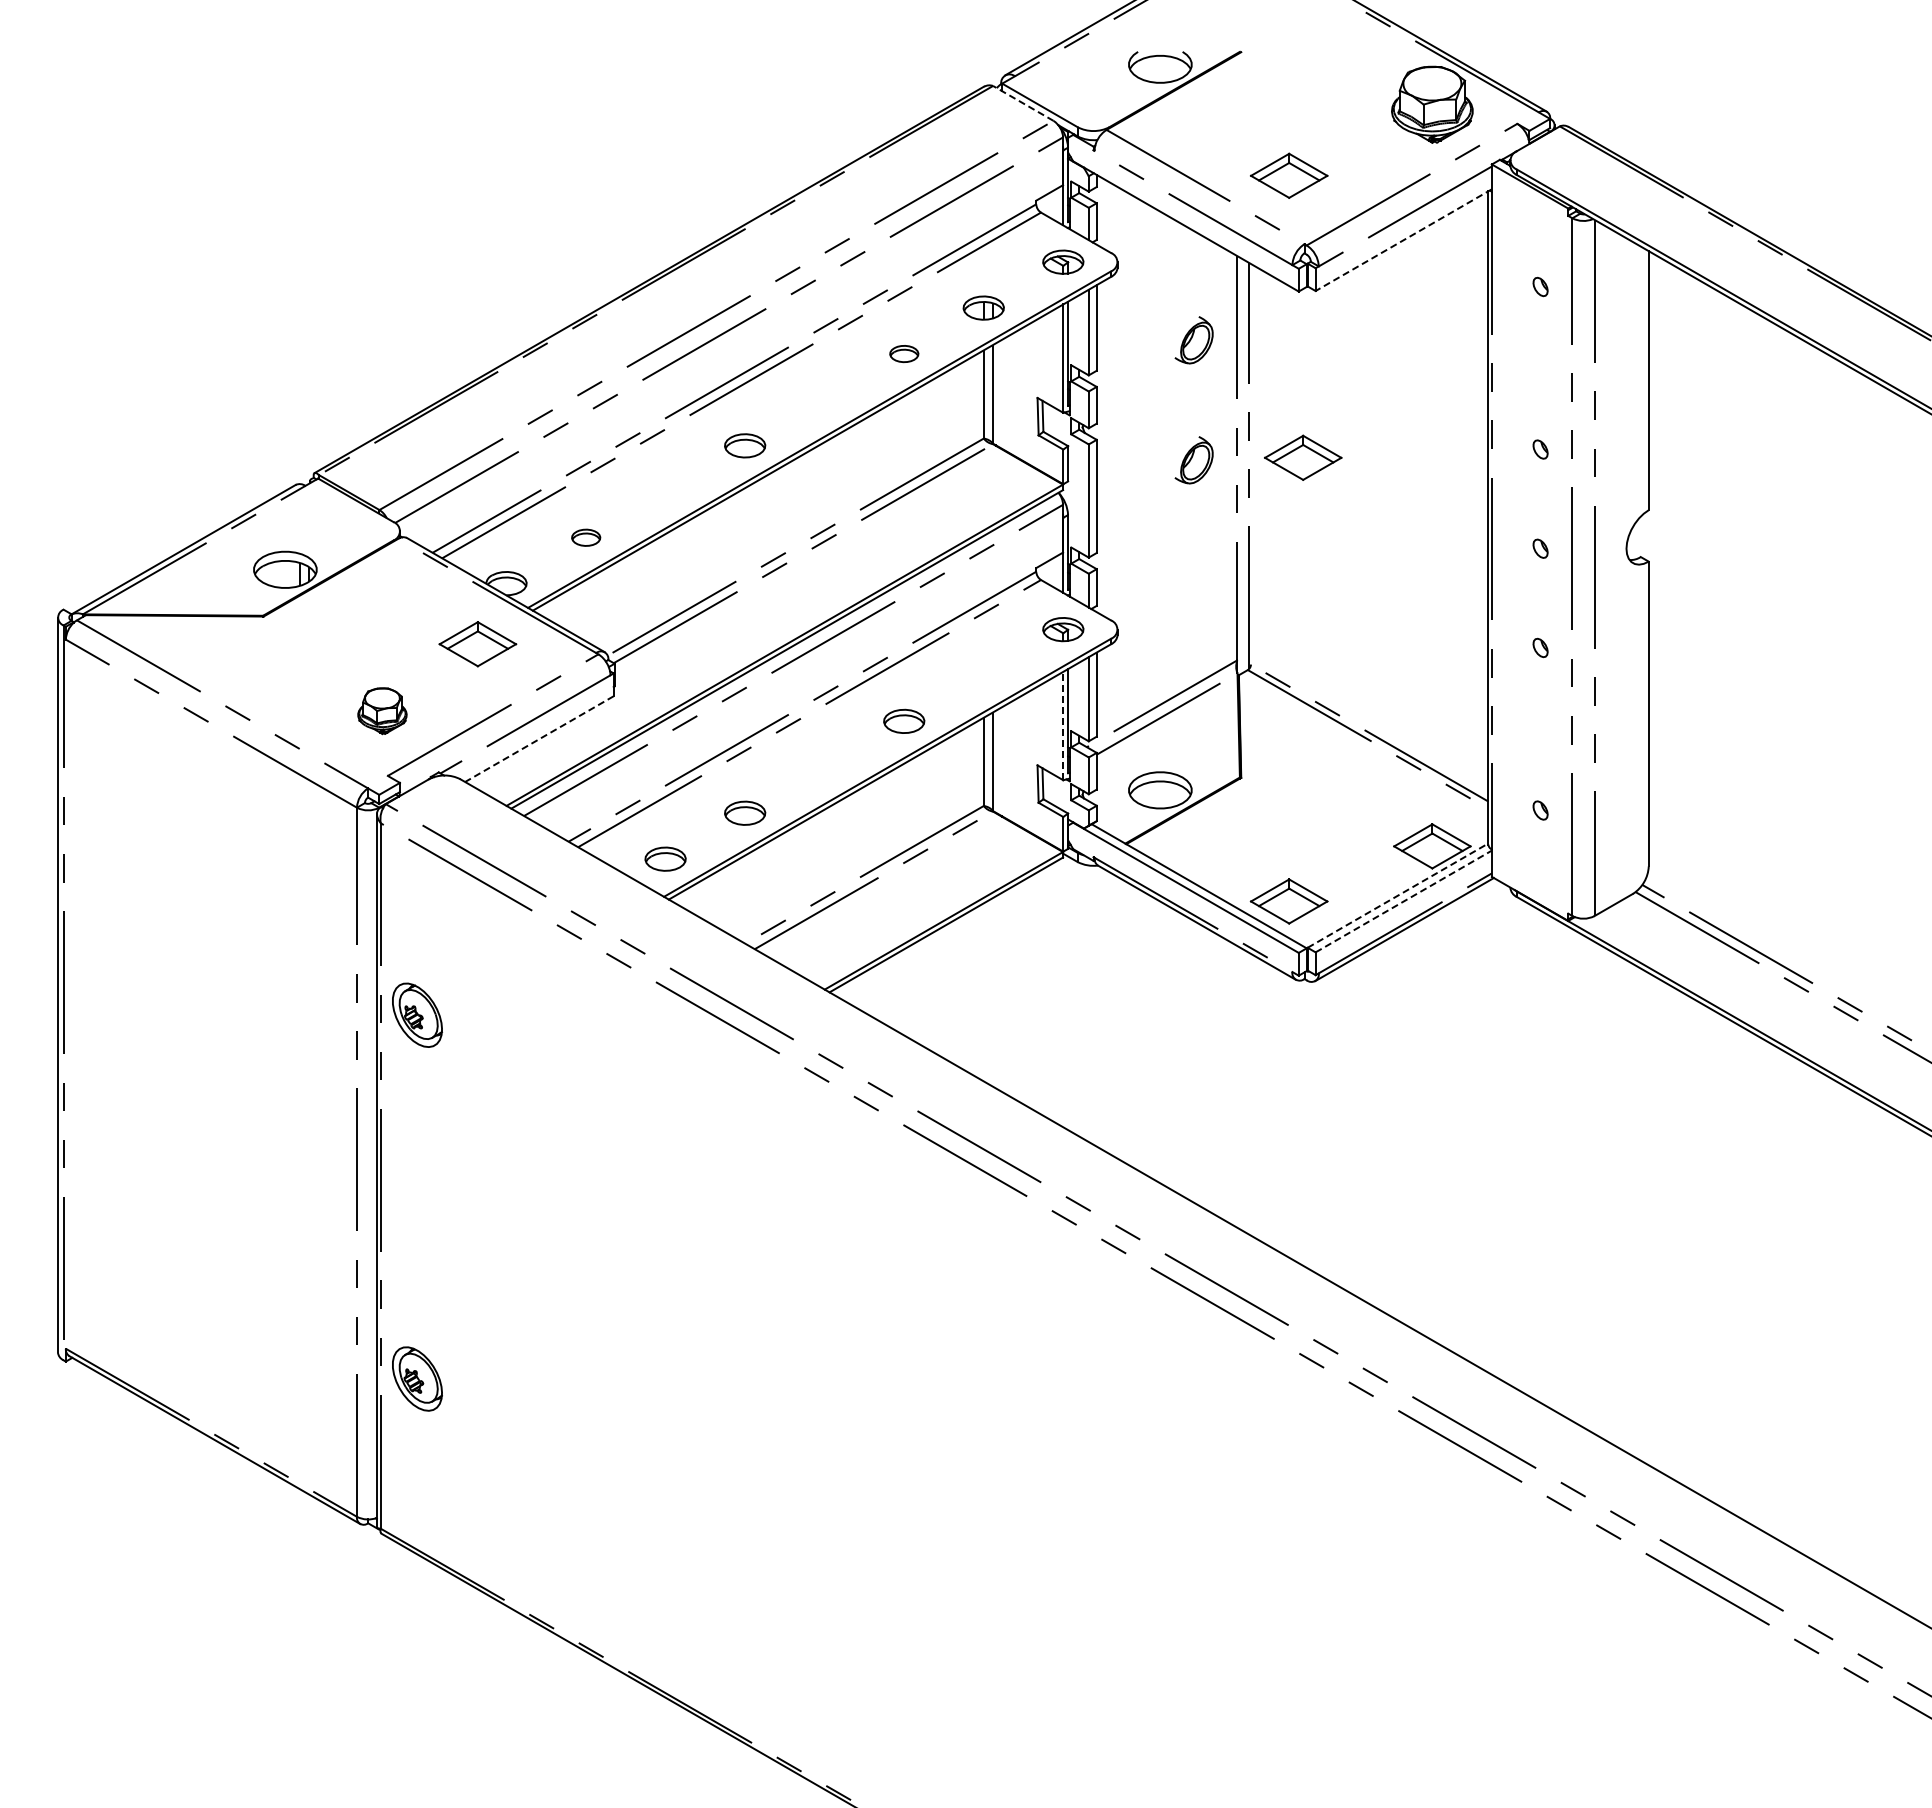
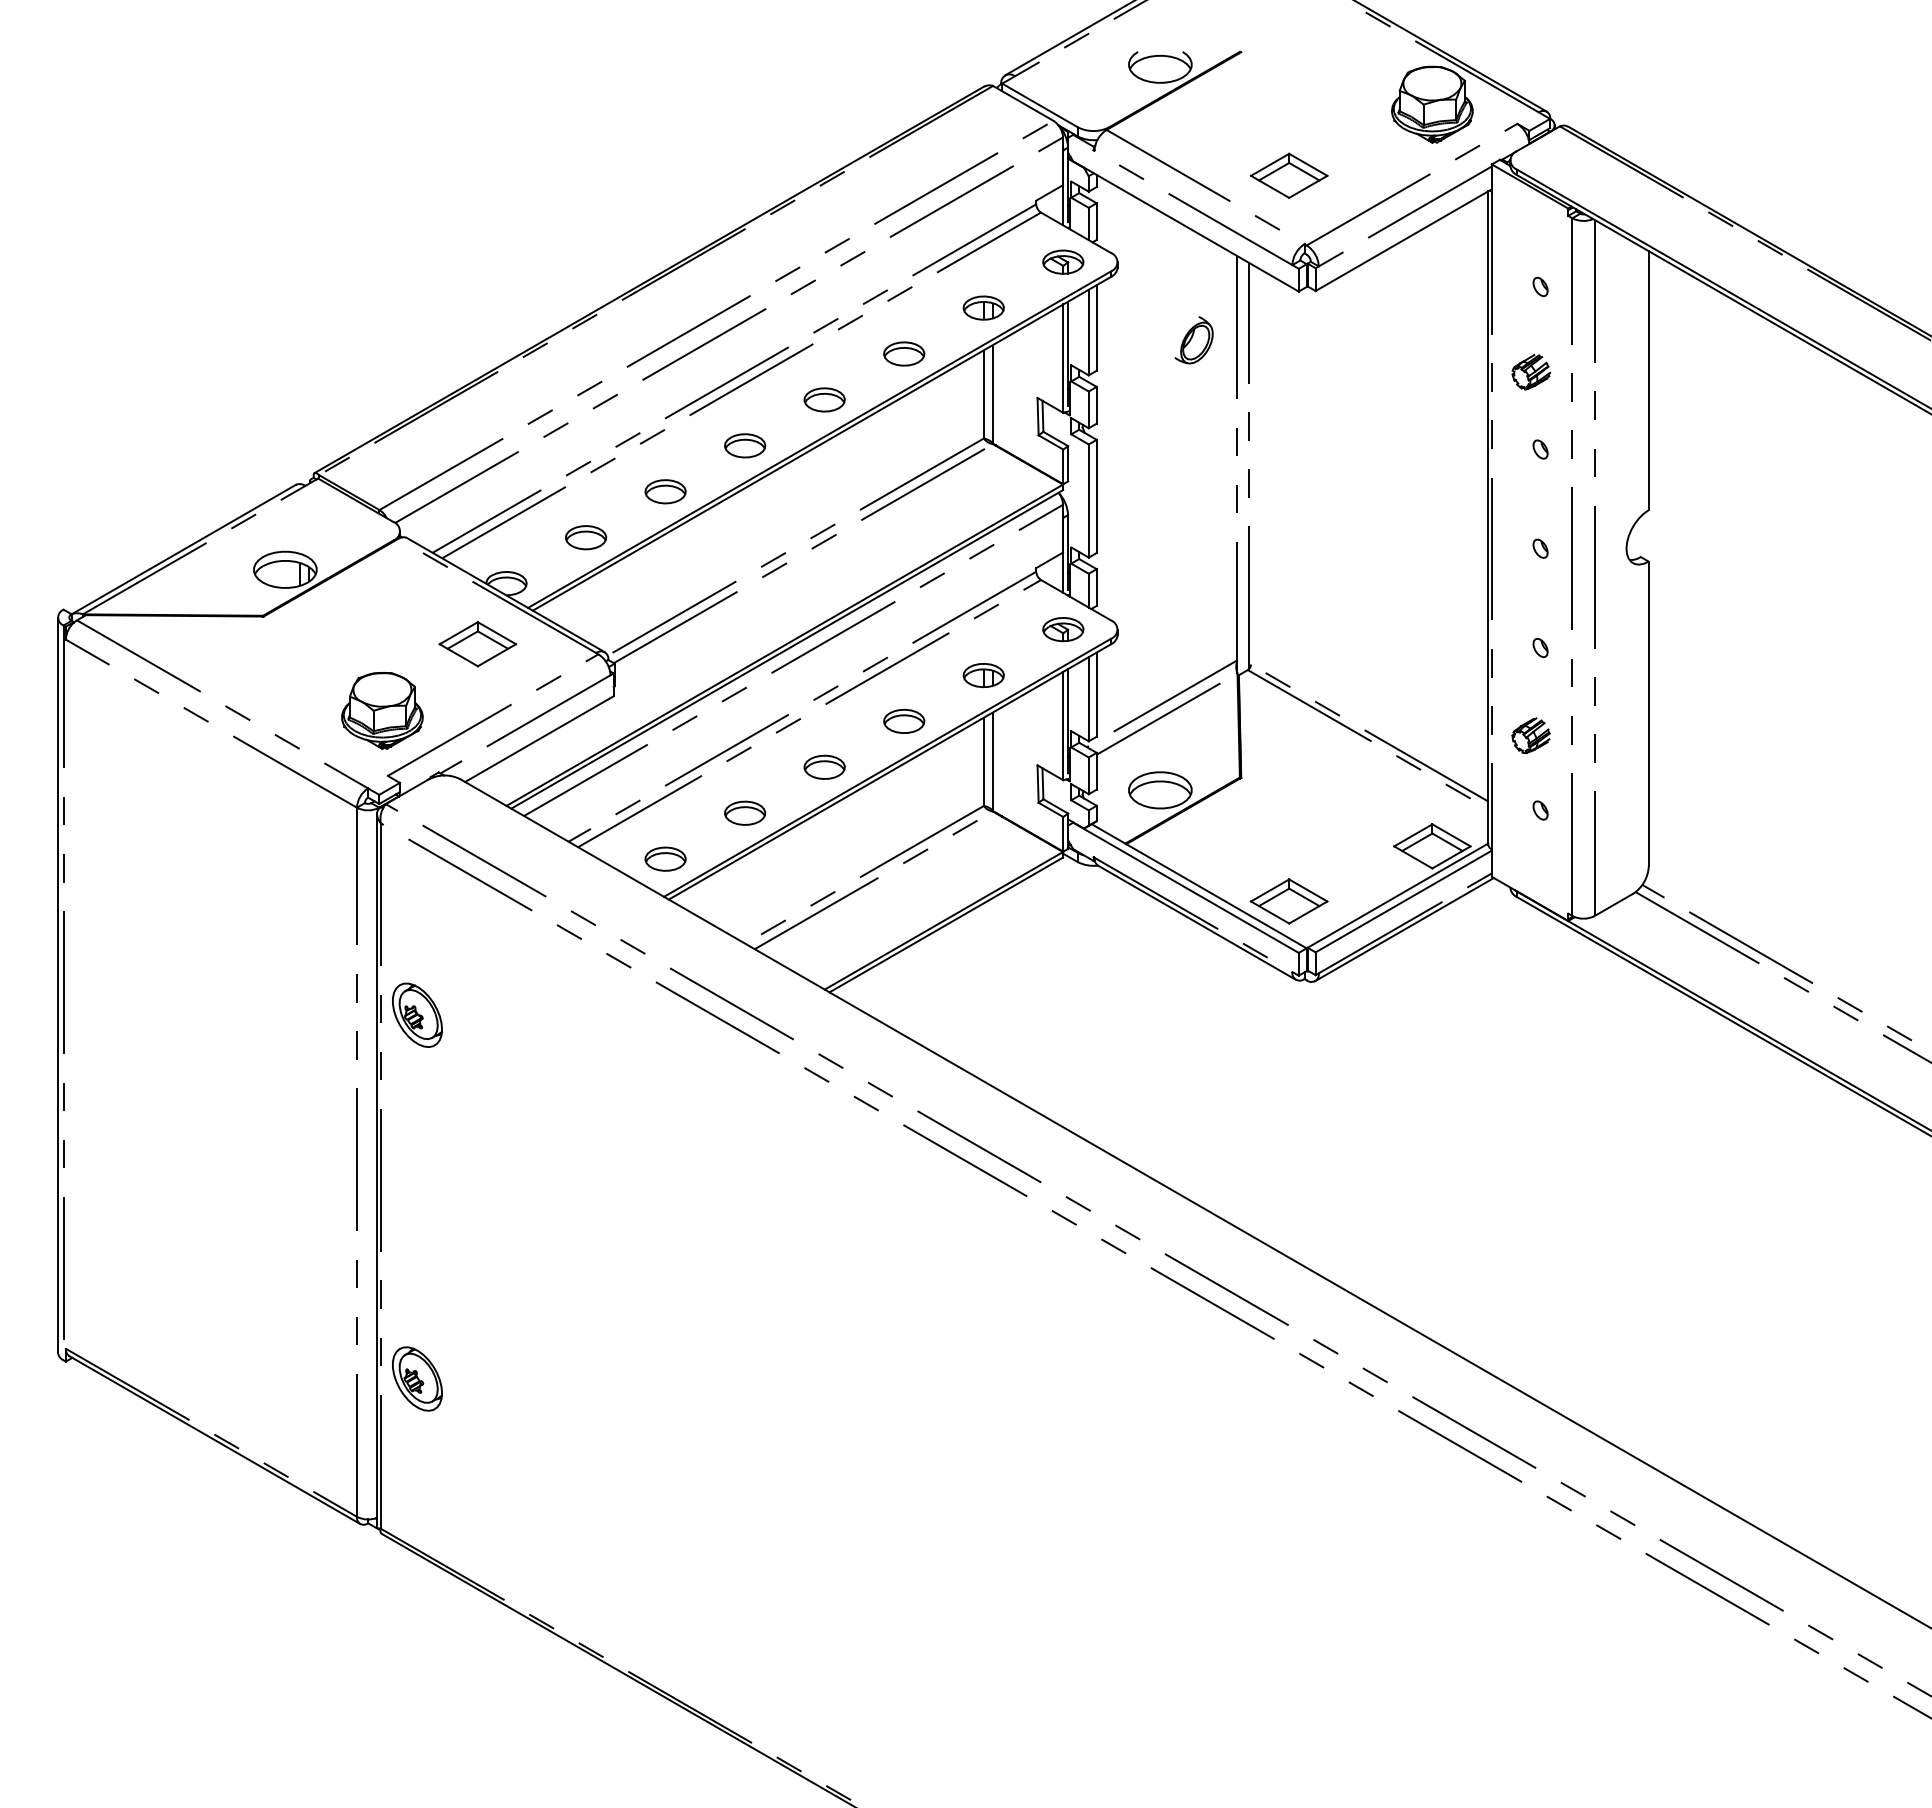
line at (1023, 103): dashed -> solid
line at (1403, 240): dashed -> solid
part at (904, 354) size: 31x19 px -> 43x26 px
part at (1531, 372): none -> present
part at (824, 399): none -> present
part at (1303, 457): present -> none
part at (1193, 460): present -> none
part at (665, 491): none -> present
part at (586, 537) size: 31x19 px -> 43x26 px
part at (983, 675): none -> present
part at (382, 711) size: 51x49 px -> 83x79 px
line at (1063, 725): dashed -> solid
part at (1530, 735): none -> present
line at (539, 739): dashed -> solid
part at (824, 766): none -> present
line at (1398, 895): dashed -> solid
line at (1403, 901): dashed -> solid
